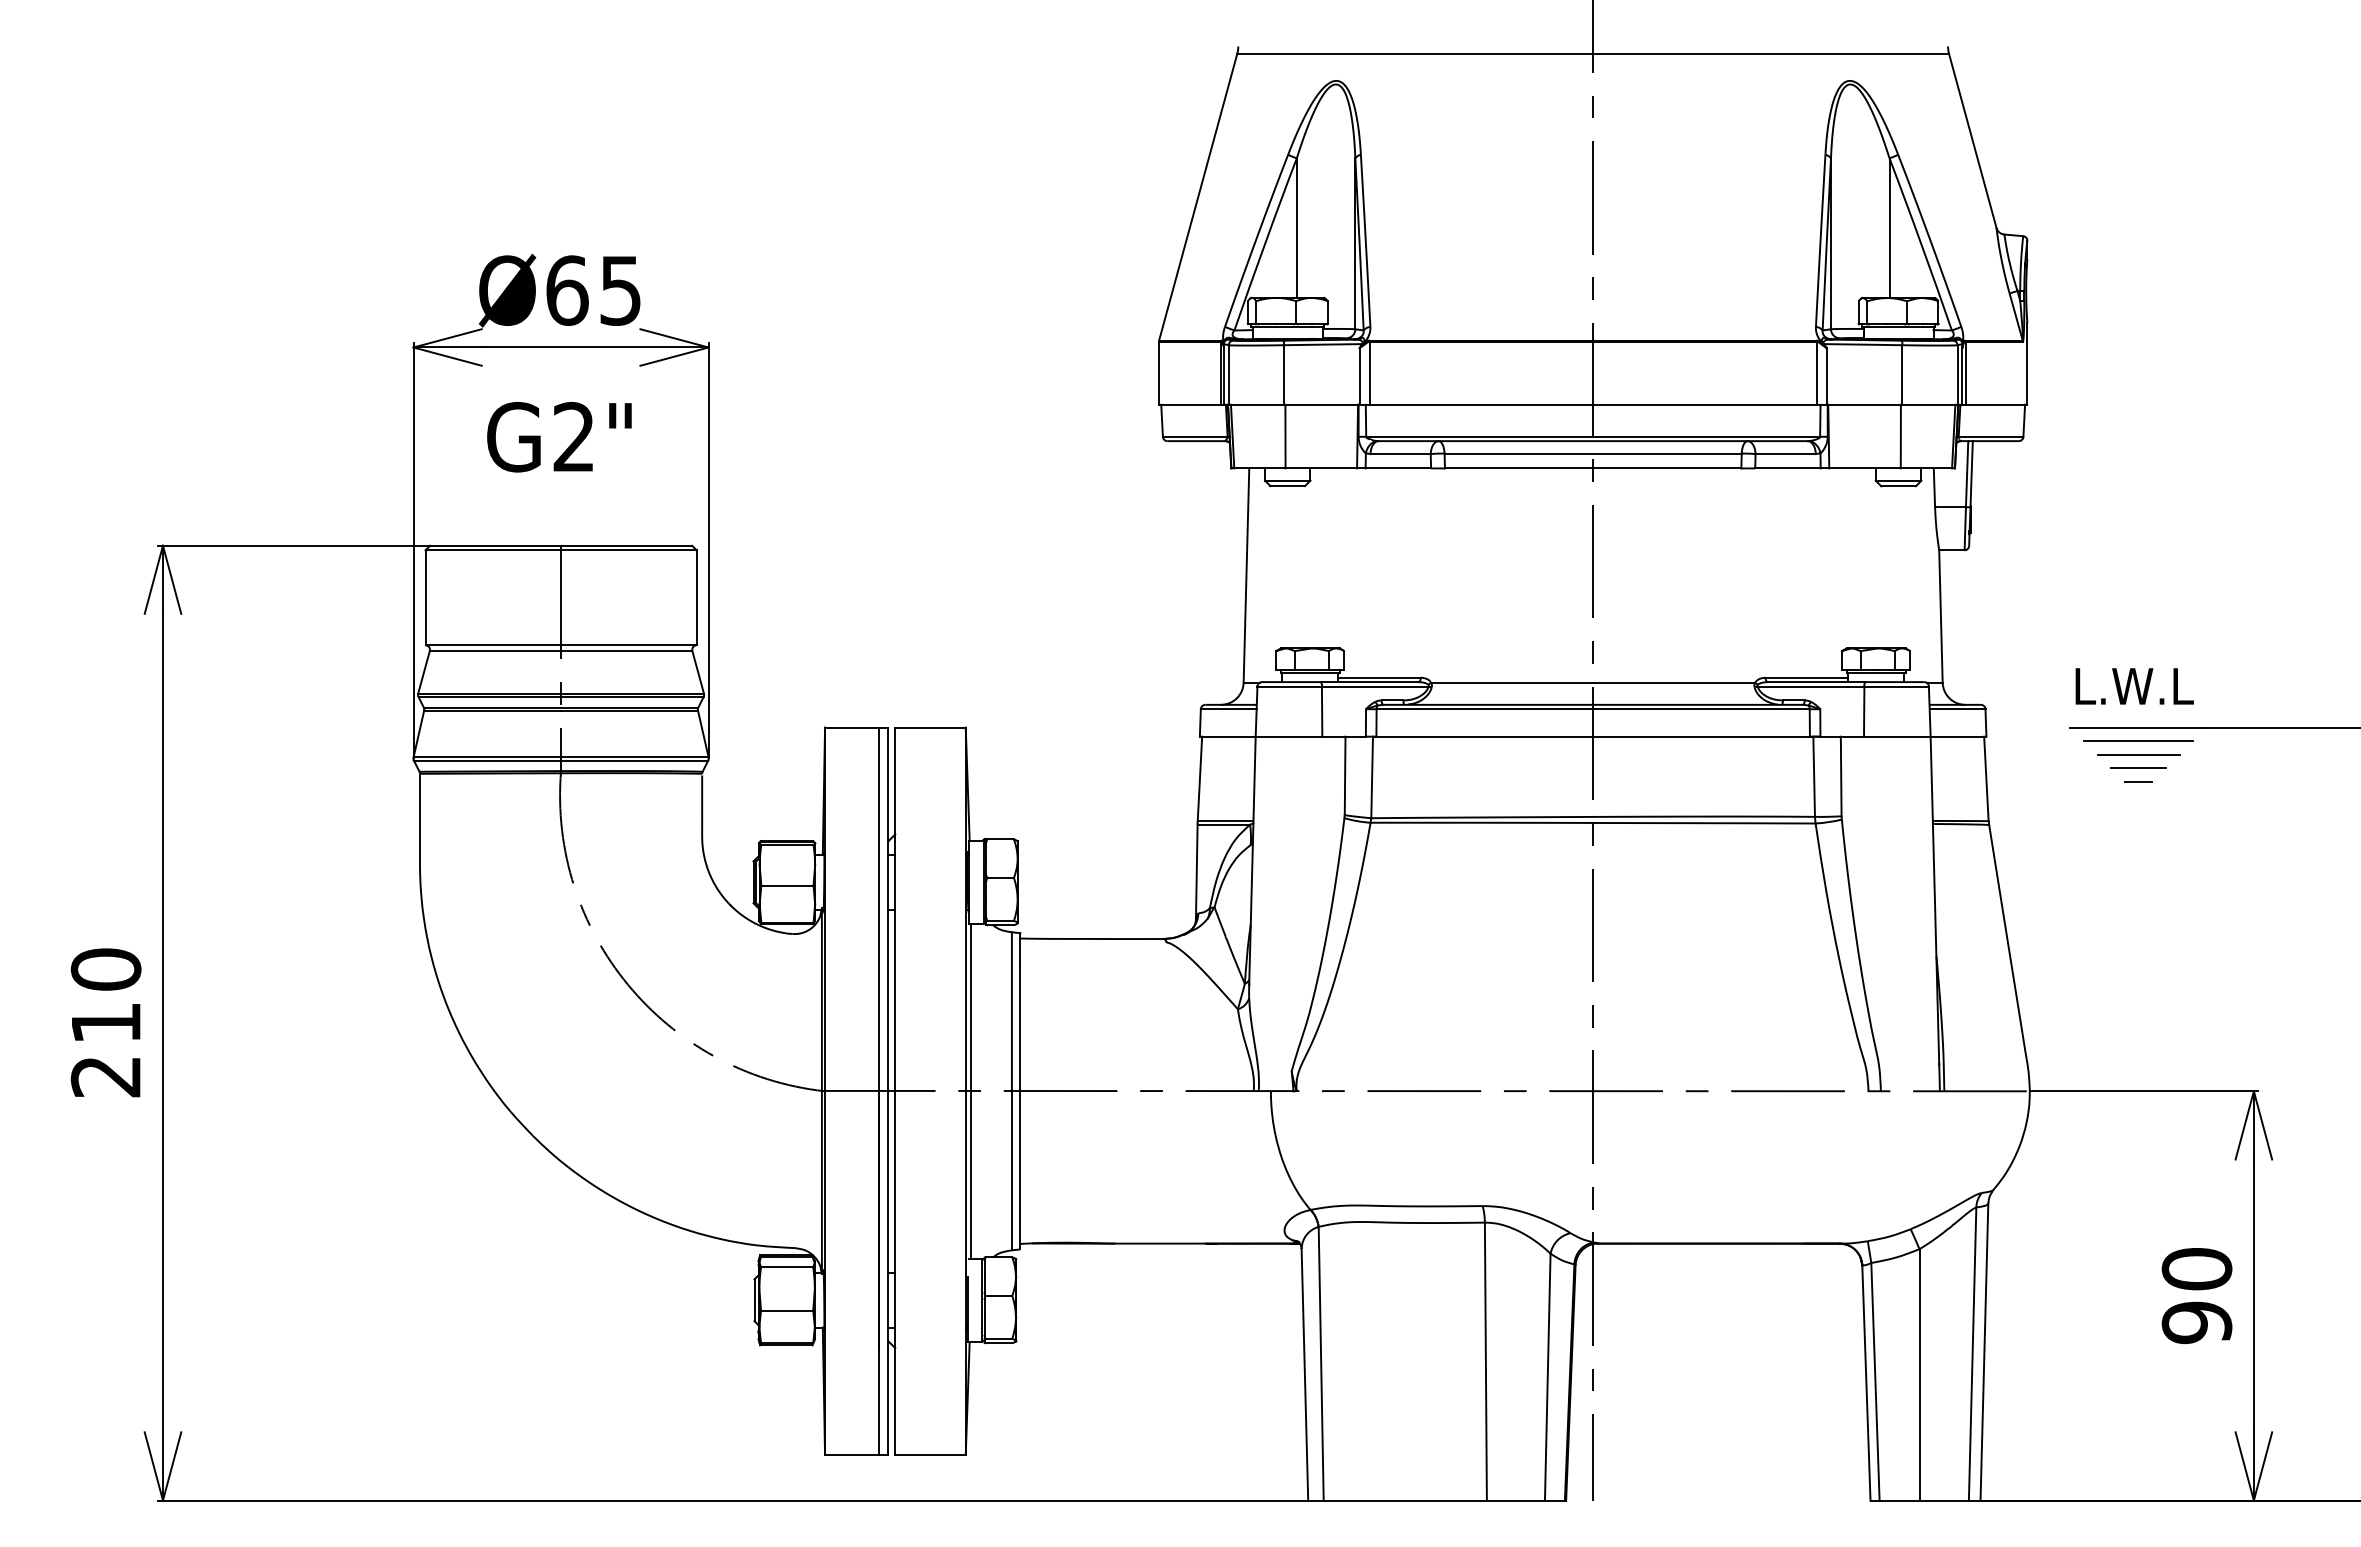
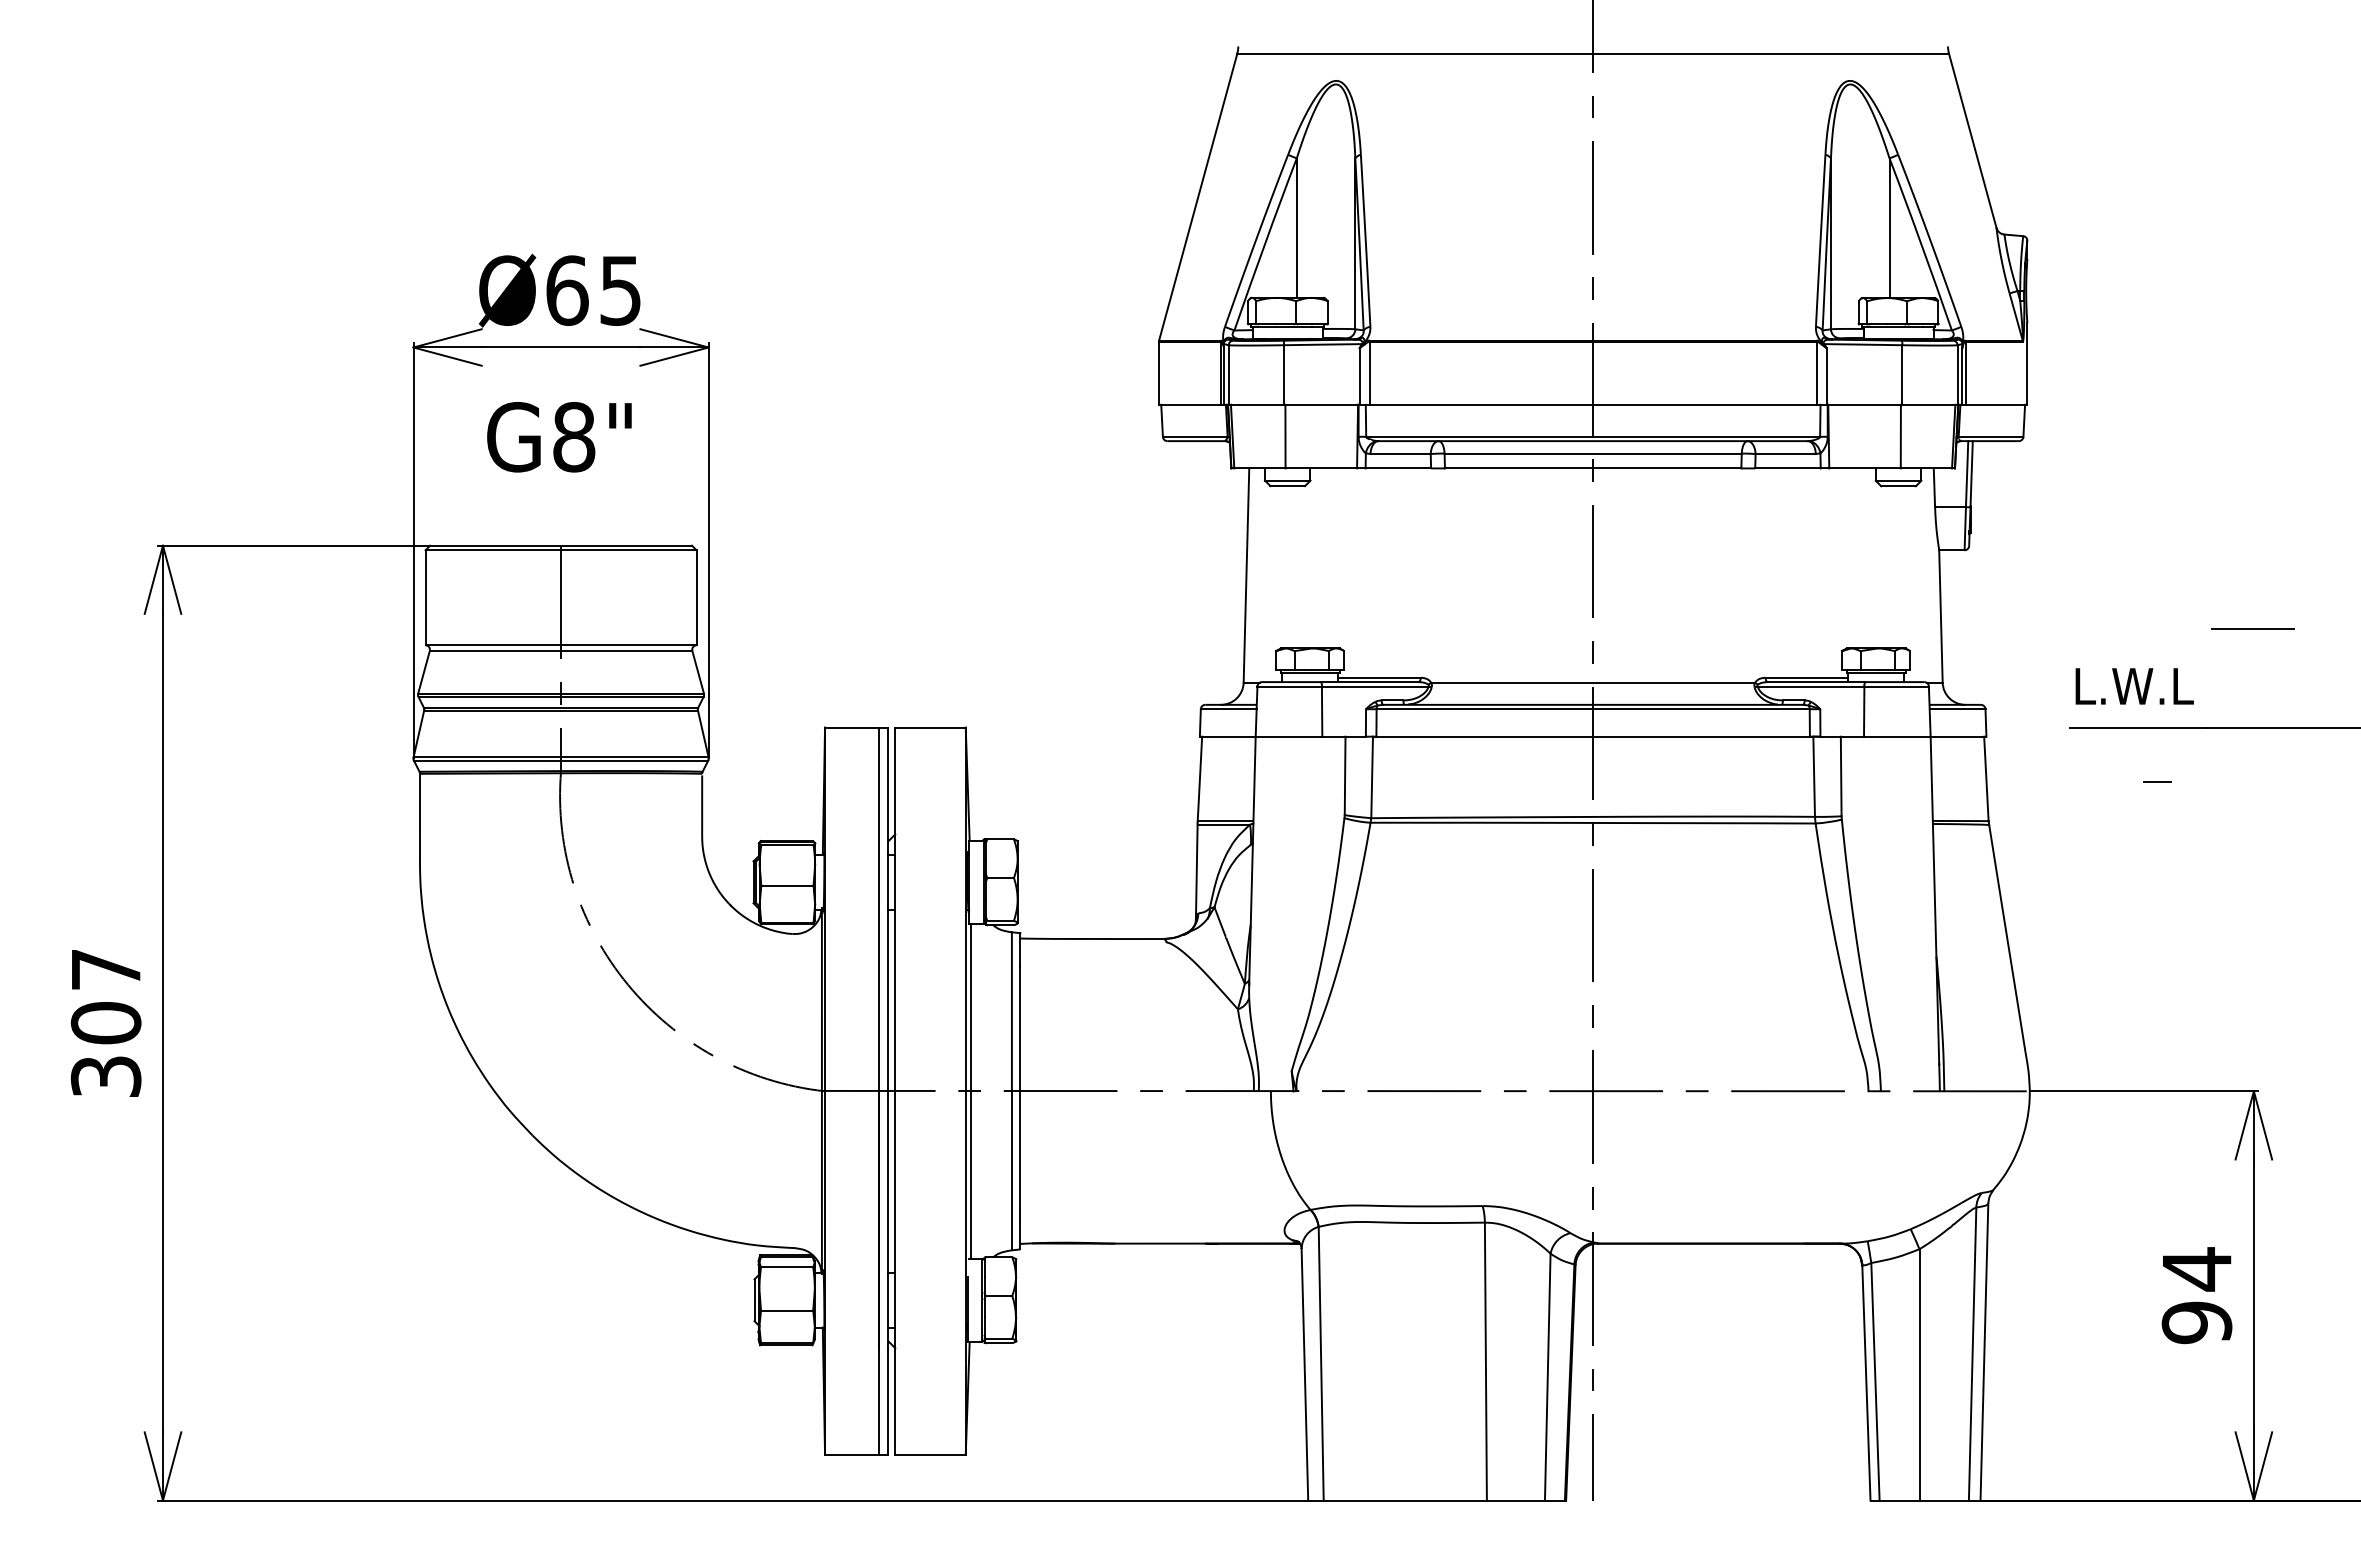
text at (574, 436): G2" -> G8"
line at (2138, 741): present -> none
line at (2138, 754) position: (2138, 754) -> (2252, 628)
line at (2138, 768): present -> none
line at (2138, 781) position: (2138, 781) -> (2157, 781)
text at (105, 1022): 210 -> 307
text at (2196, 1269): 90 -> 94
